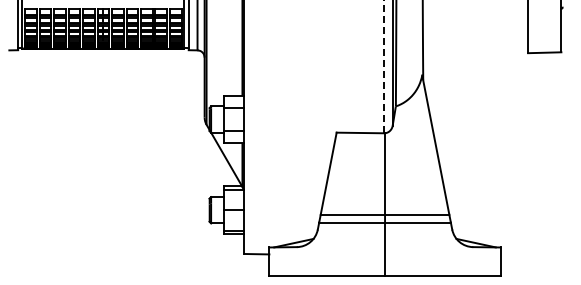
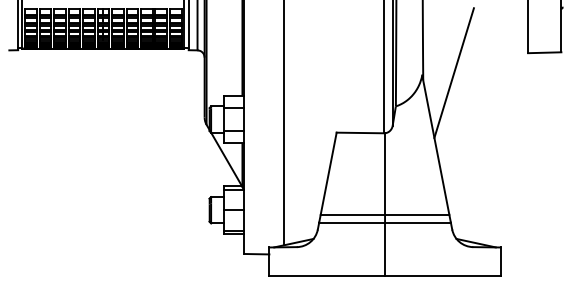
line at (383, 67): dashed -> solid
line at (453, 72): none -> present
line at (283, 123): none -> present
